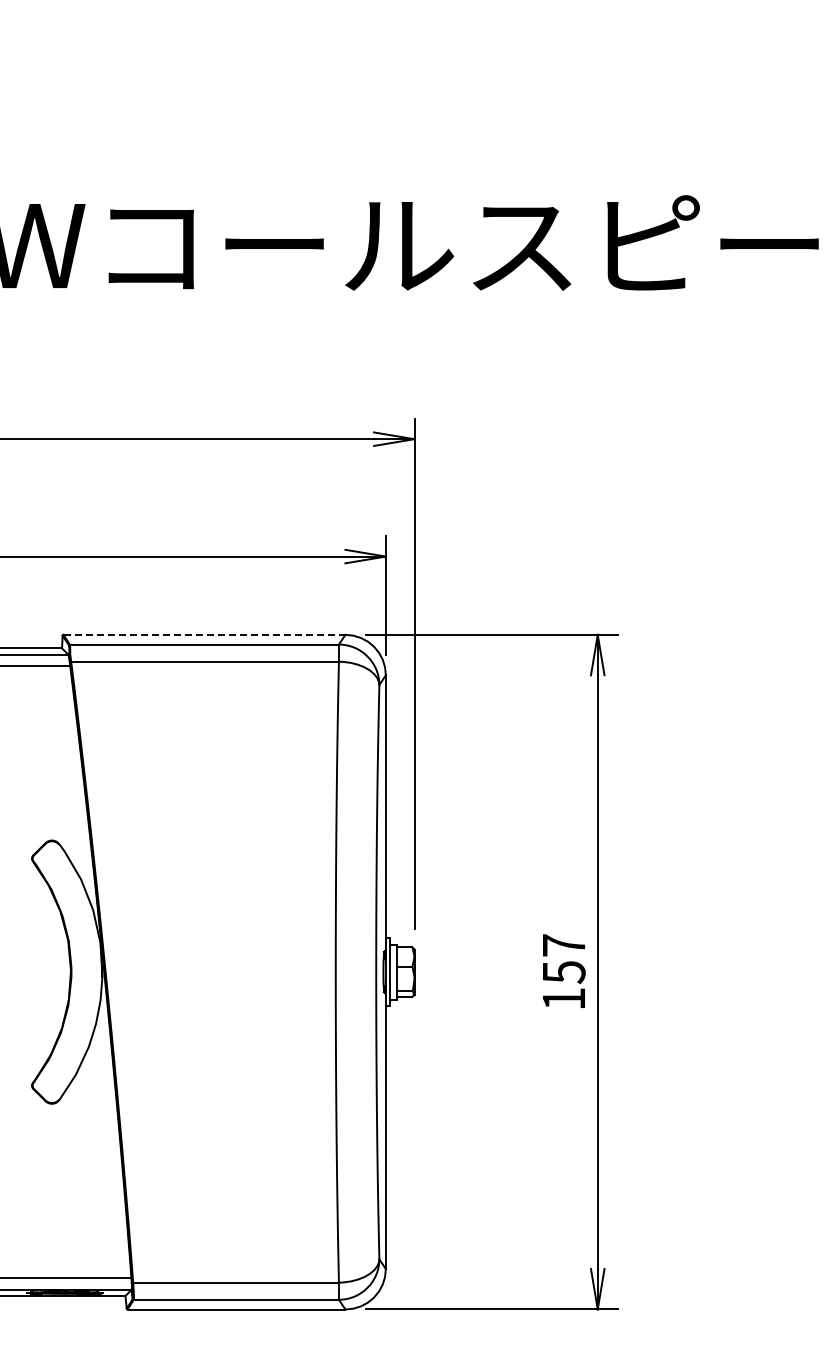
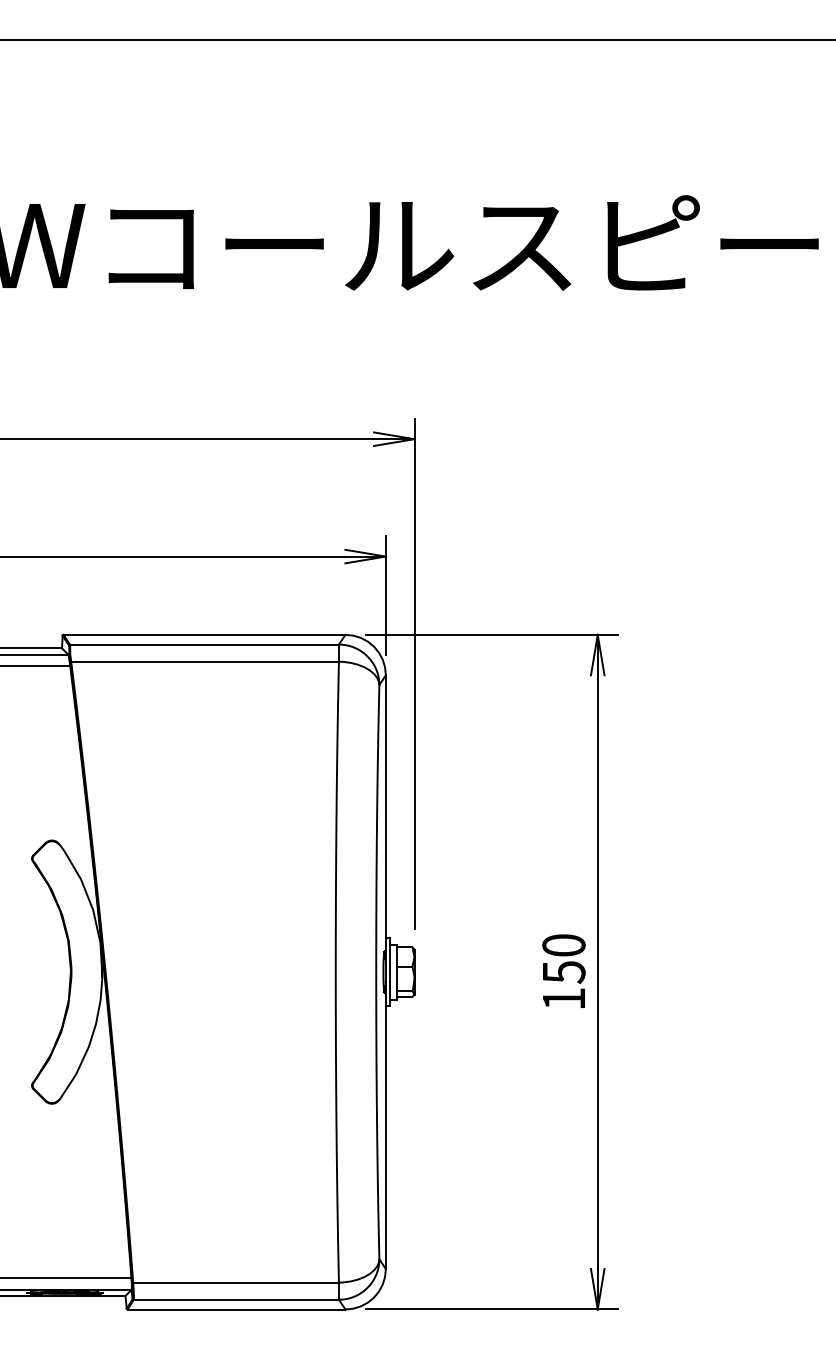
line at (417, 40): none -> present
line at (204, 634): dashed -> solid
text at (563, 945): 157 -> 150
